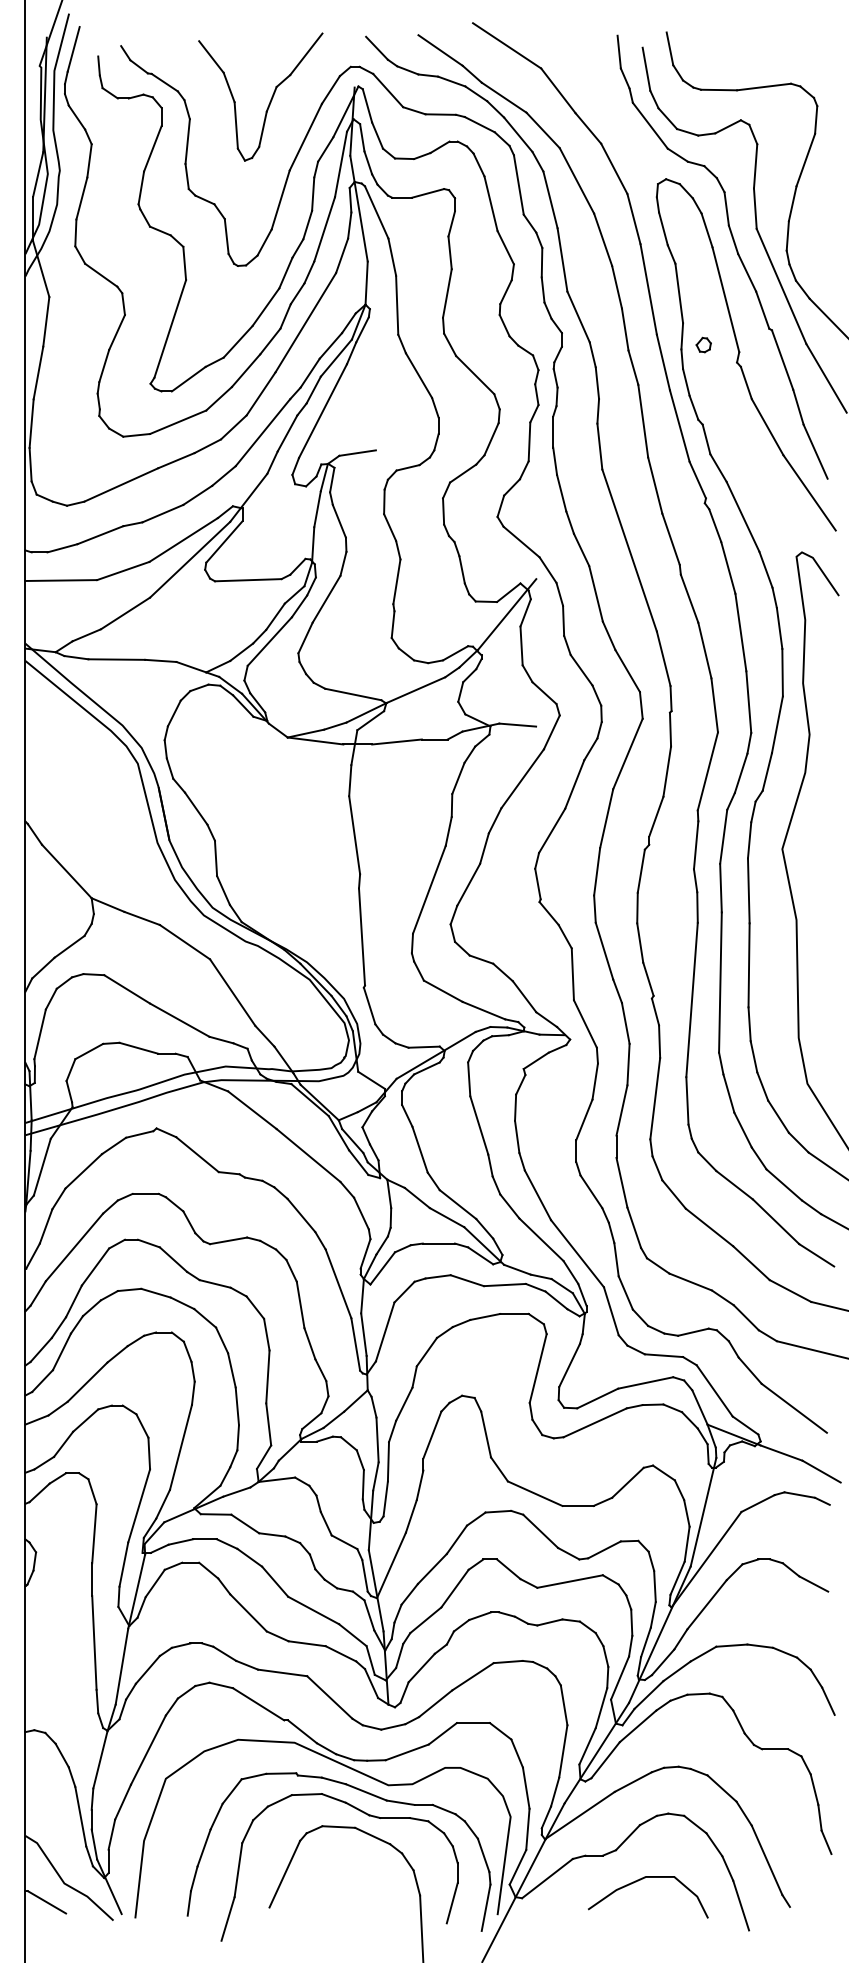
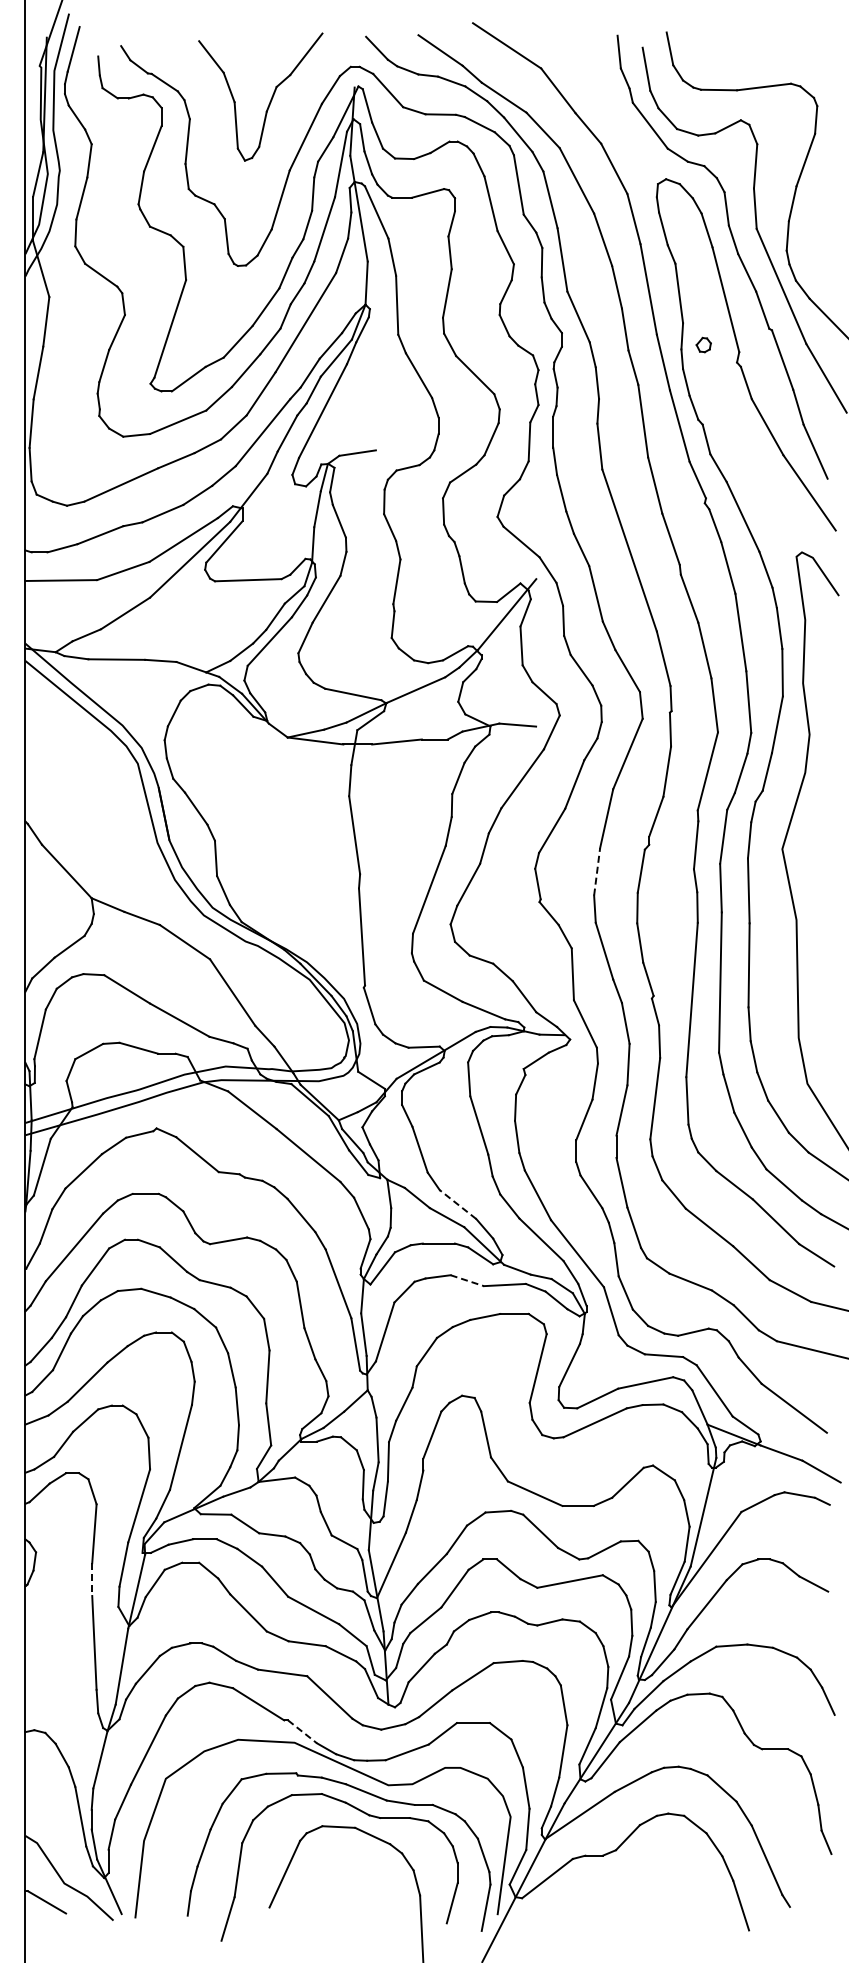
line at (597, 871): solid -> dashed
line at (457, 1204): solid -> dashed
line at (467, 1280): solid -> dashed
line at (92, 1580): solid -> dashed
line at (302, 1732): solid -> dashed
curve at (643, 1879): present -> none
